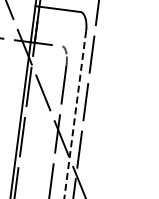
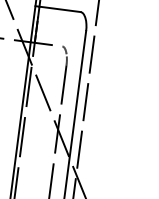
line at (75, 115): dashed -> solid
